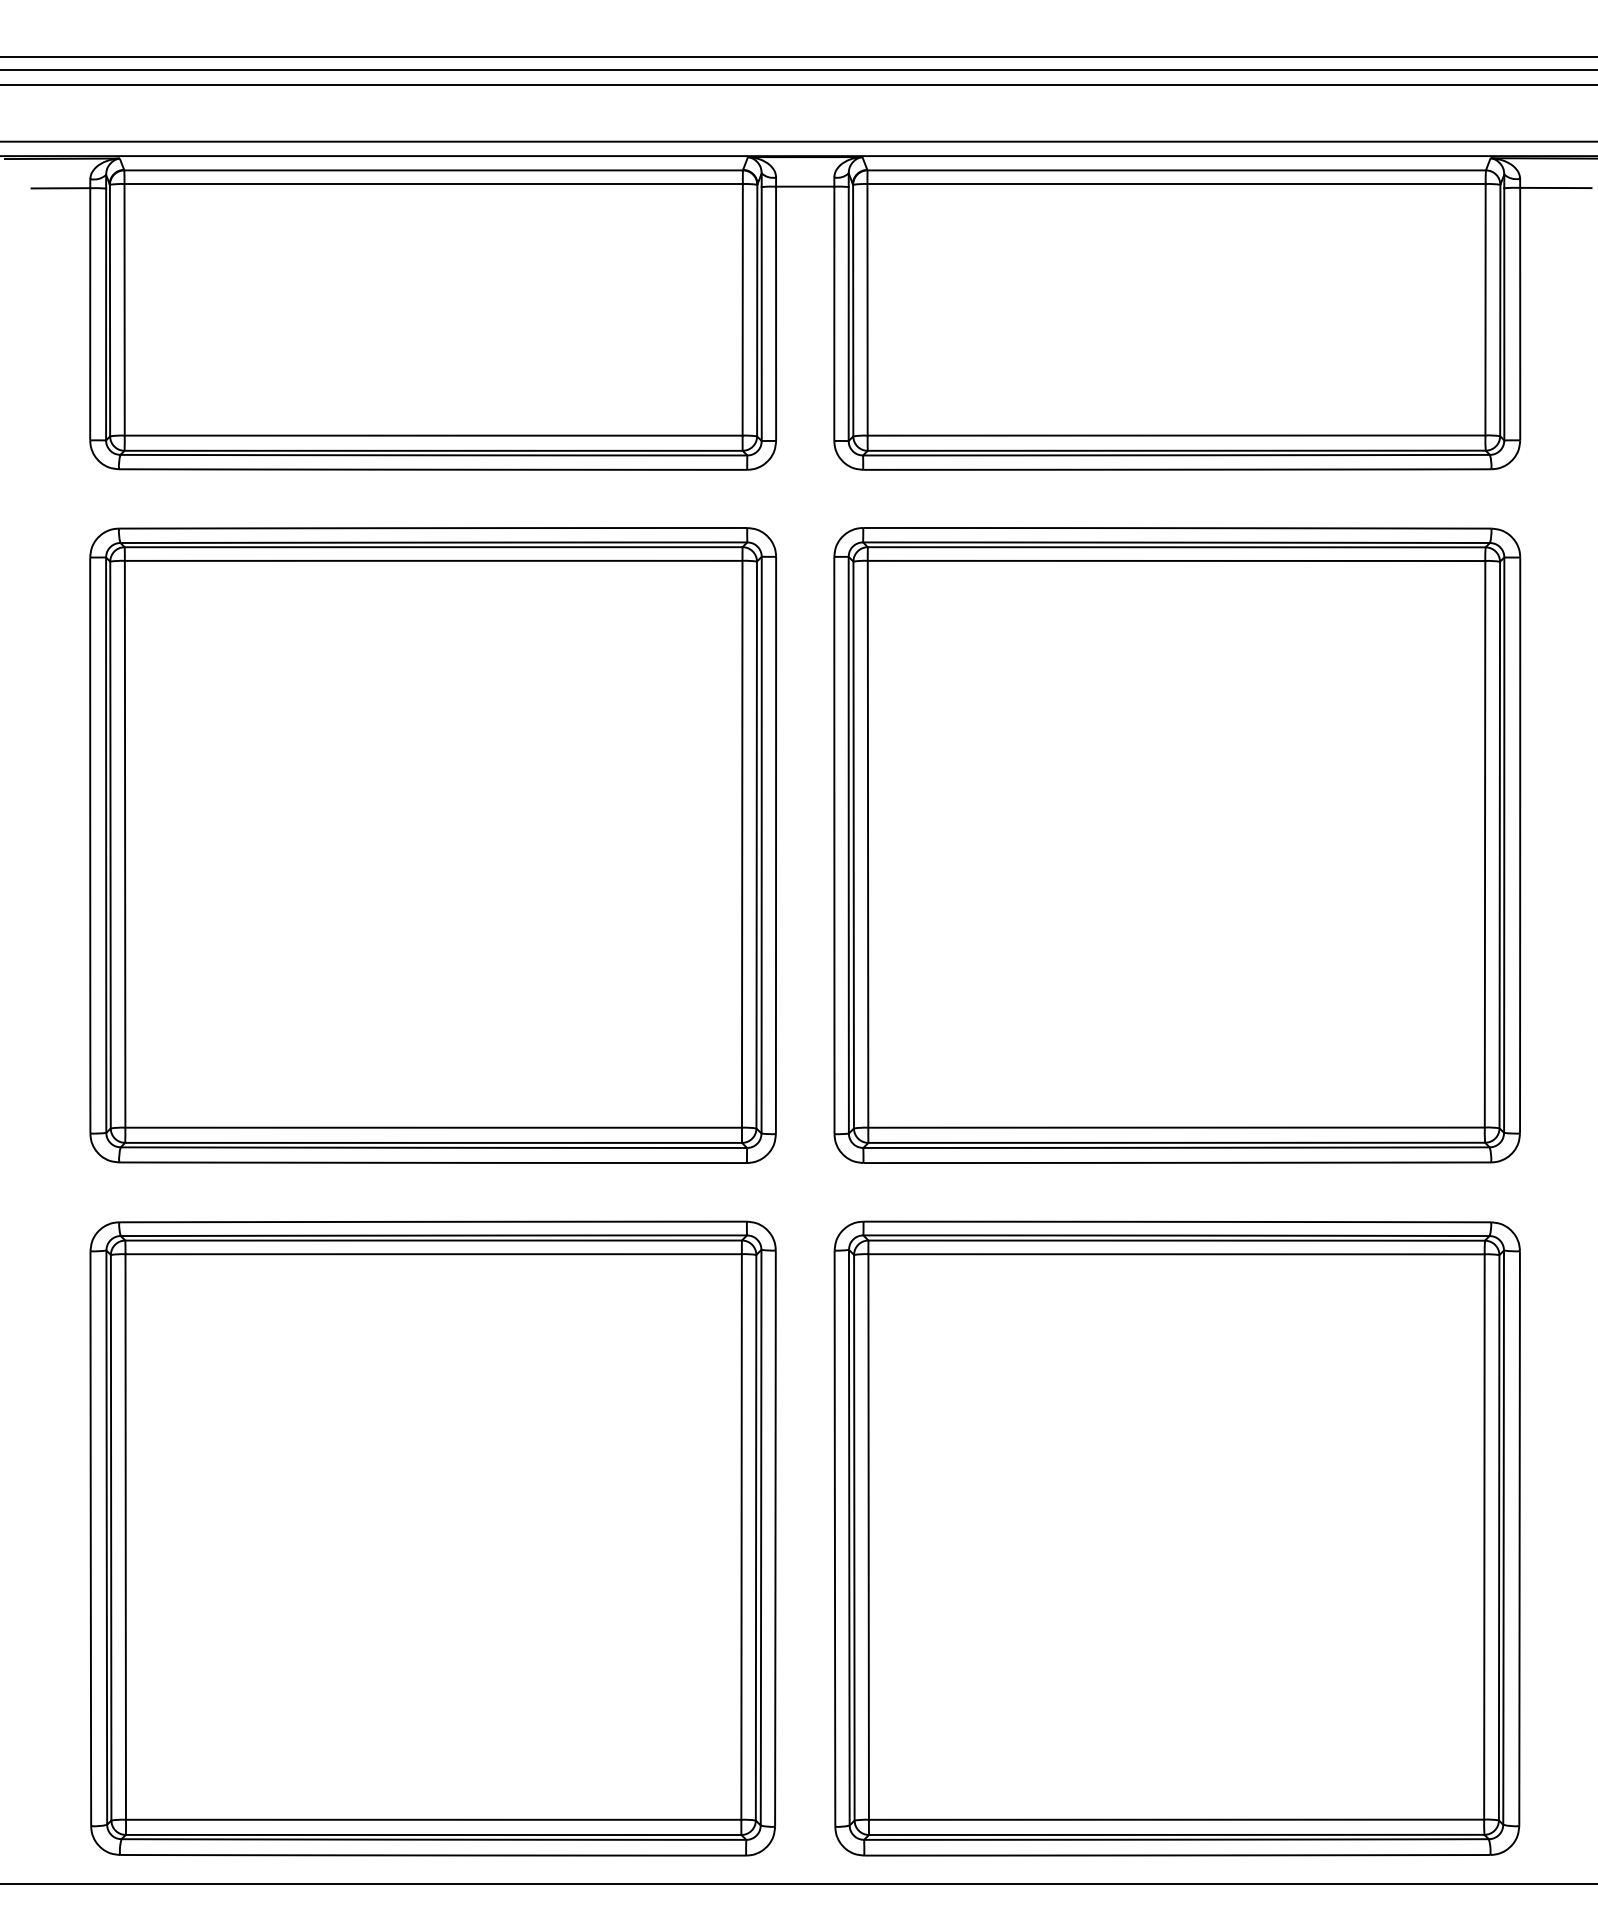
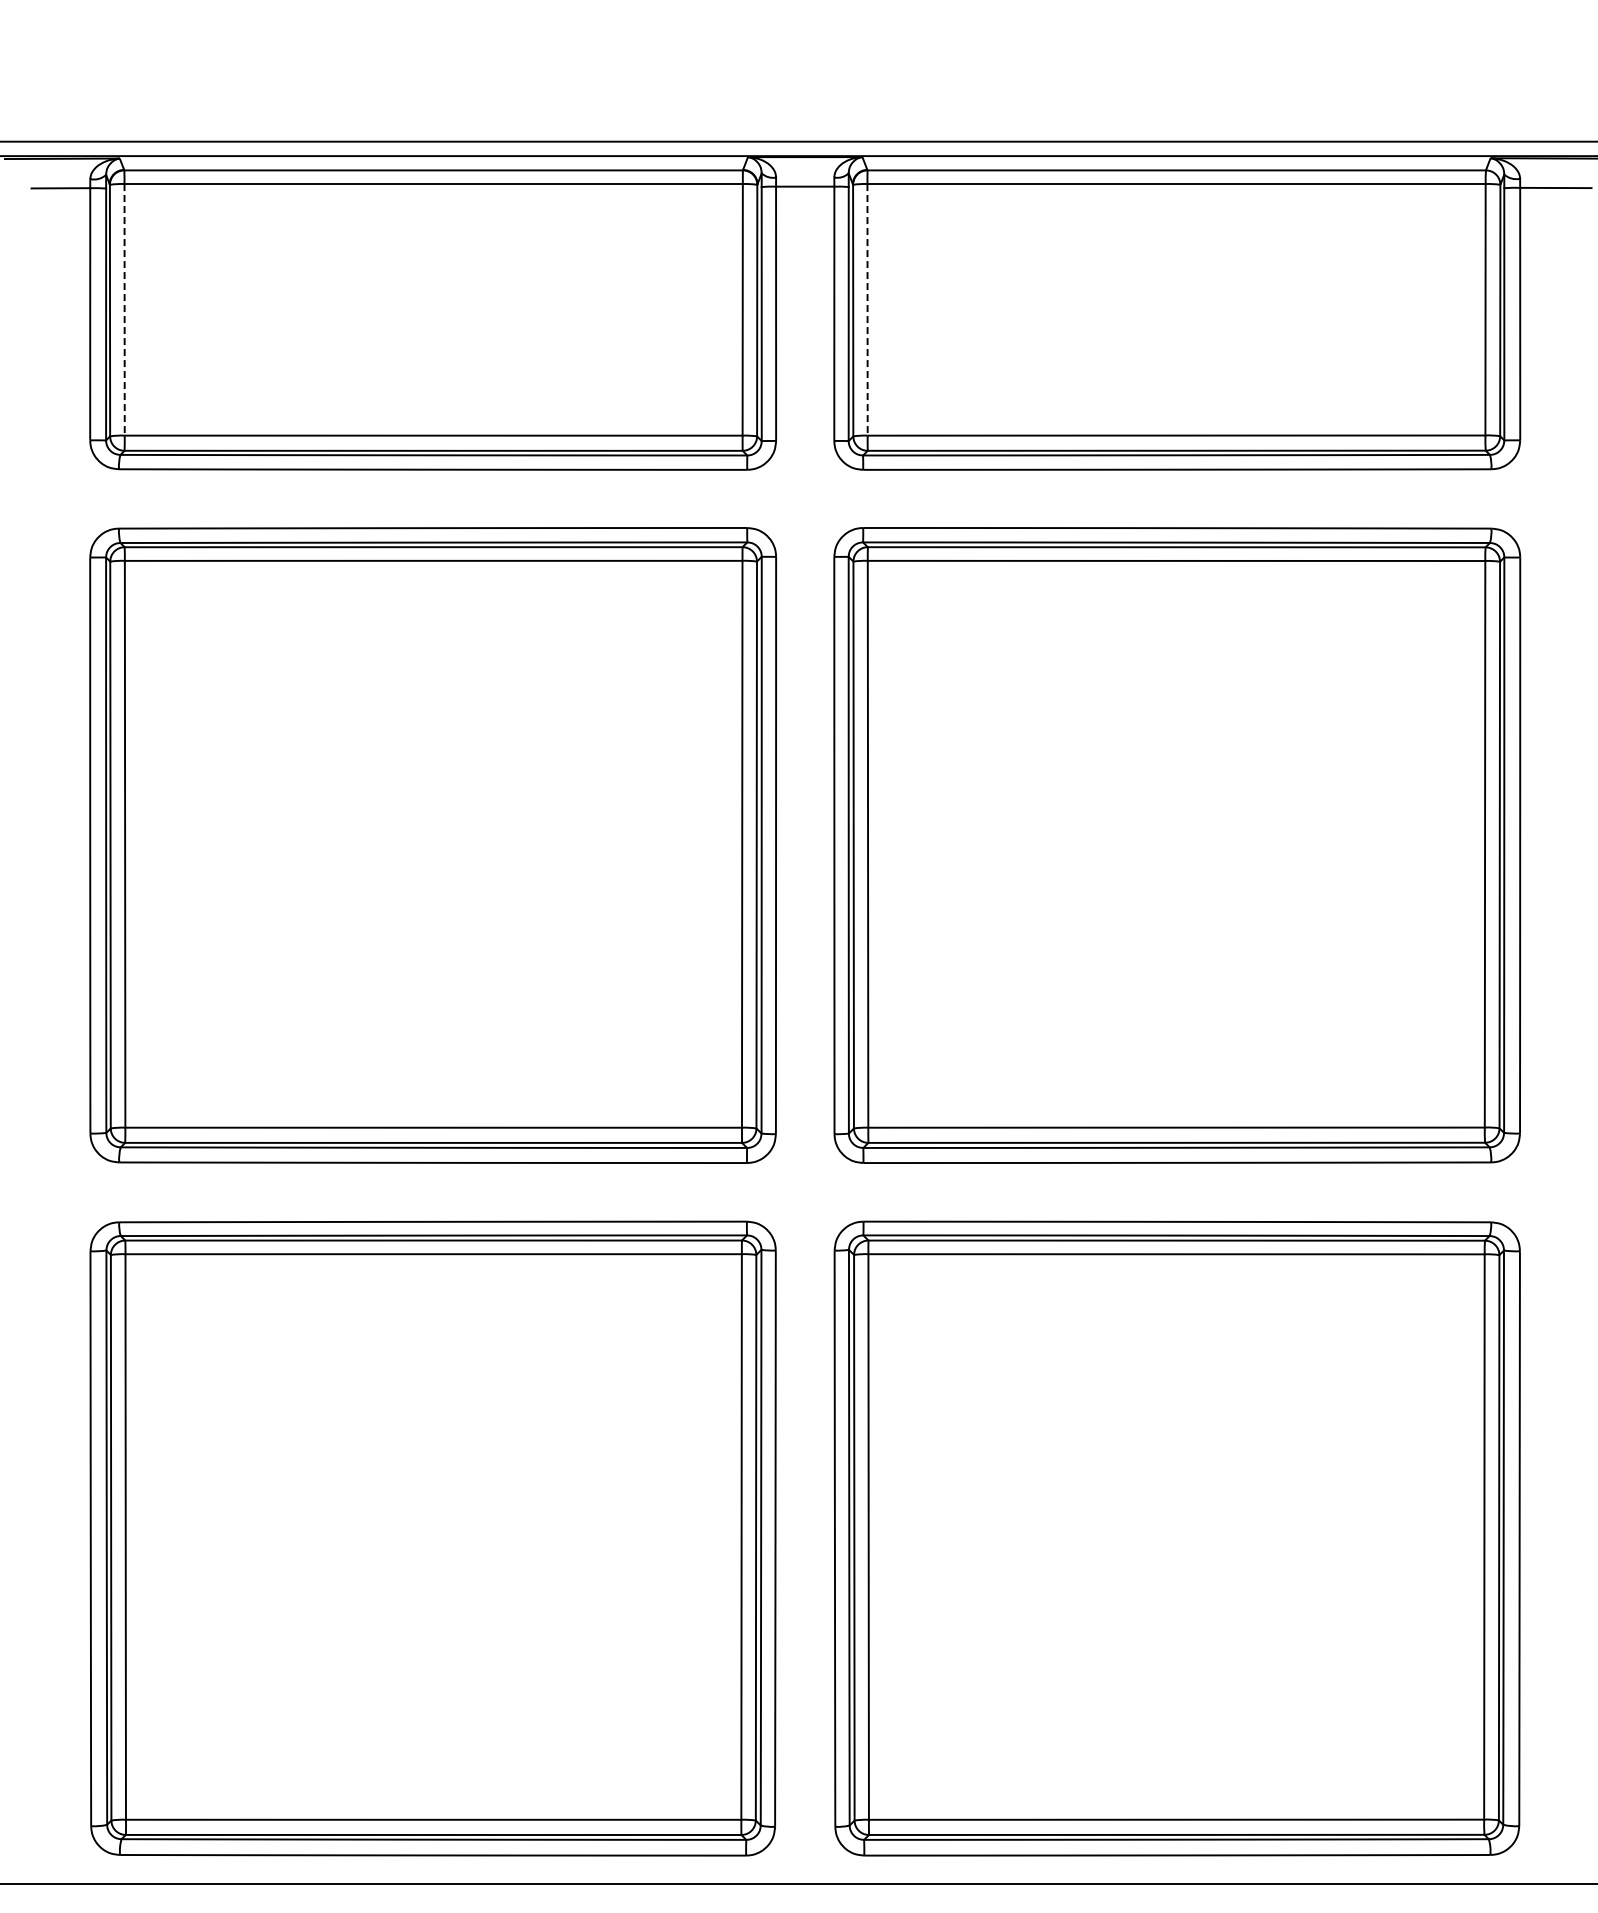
line at (798, 57): present -> none
line at (798, 70): present -> none
line at (798, 84): present -> none
line at (124, 309): solid -> dashed
line at (867, 309): solid -> dashed
